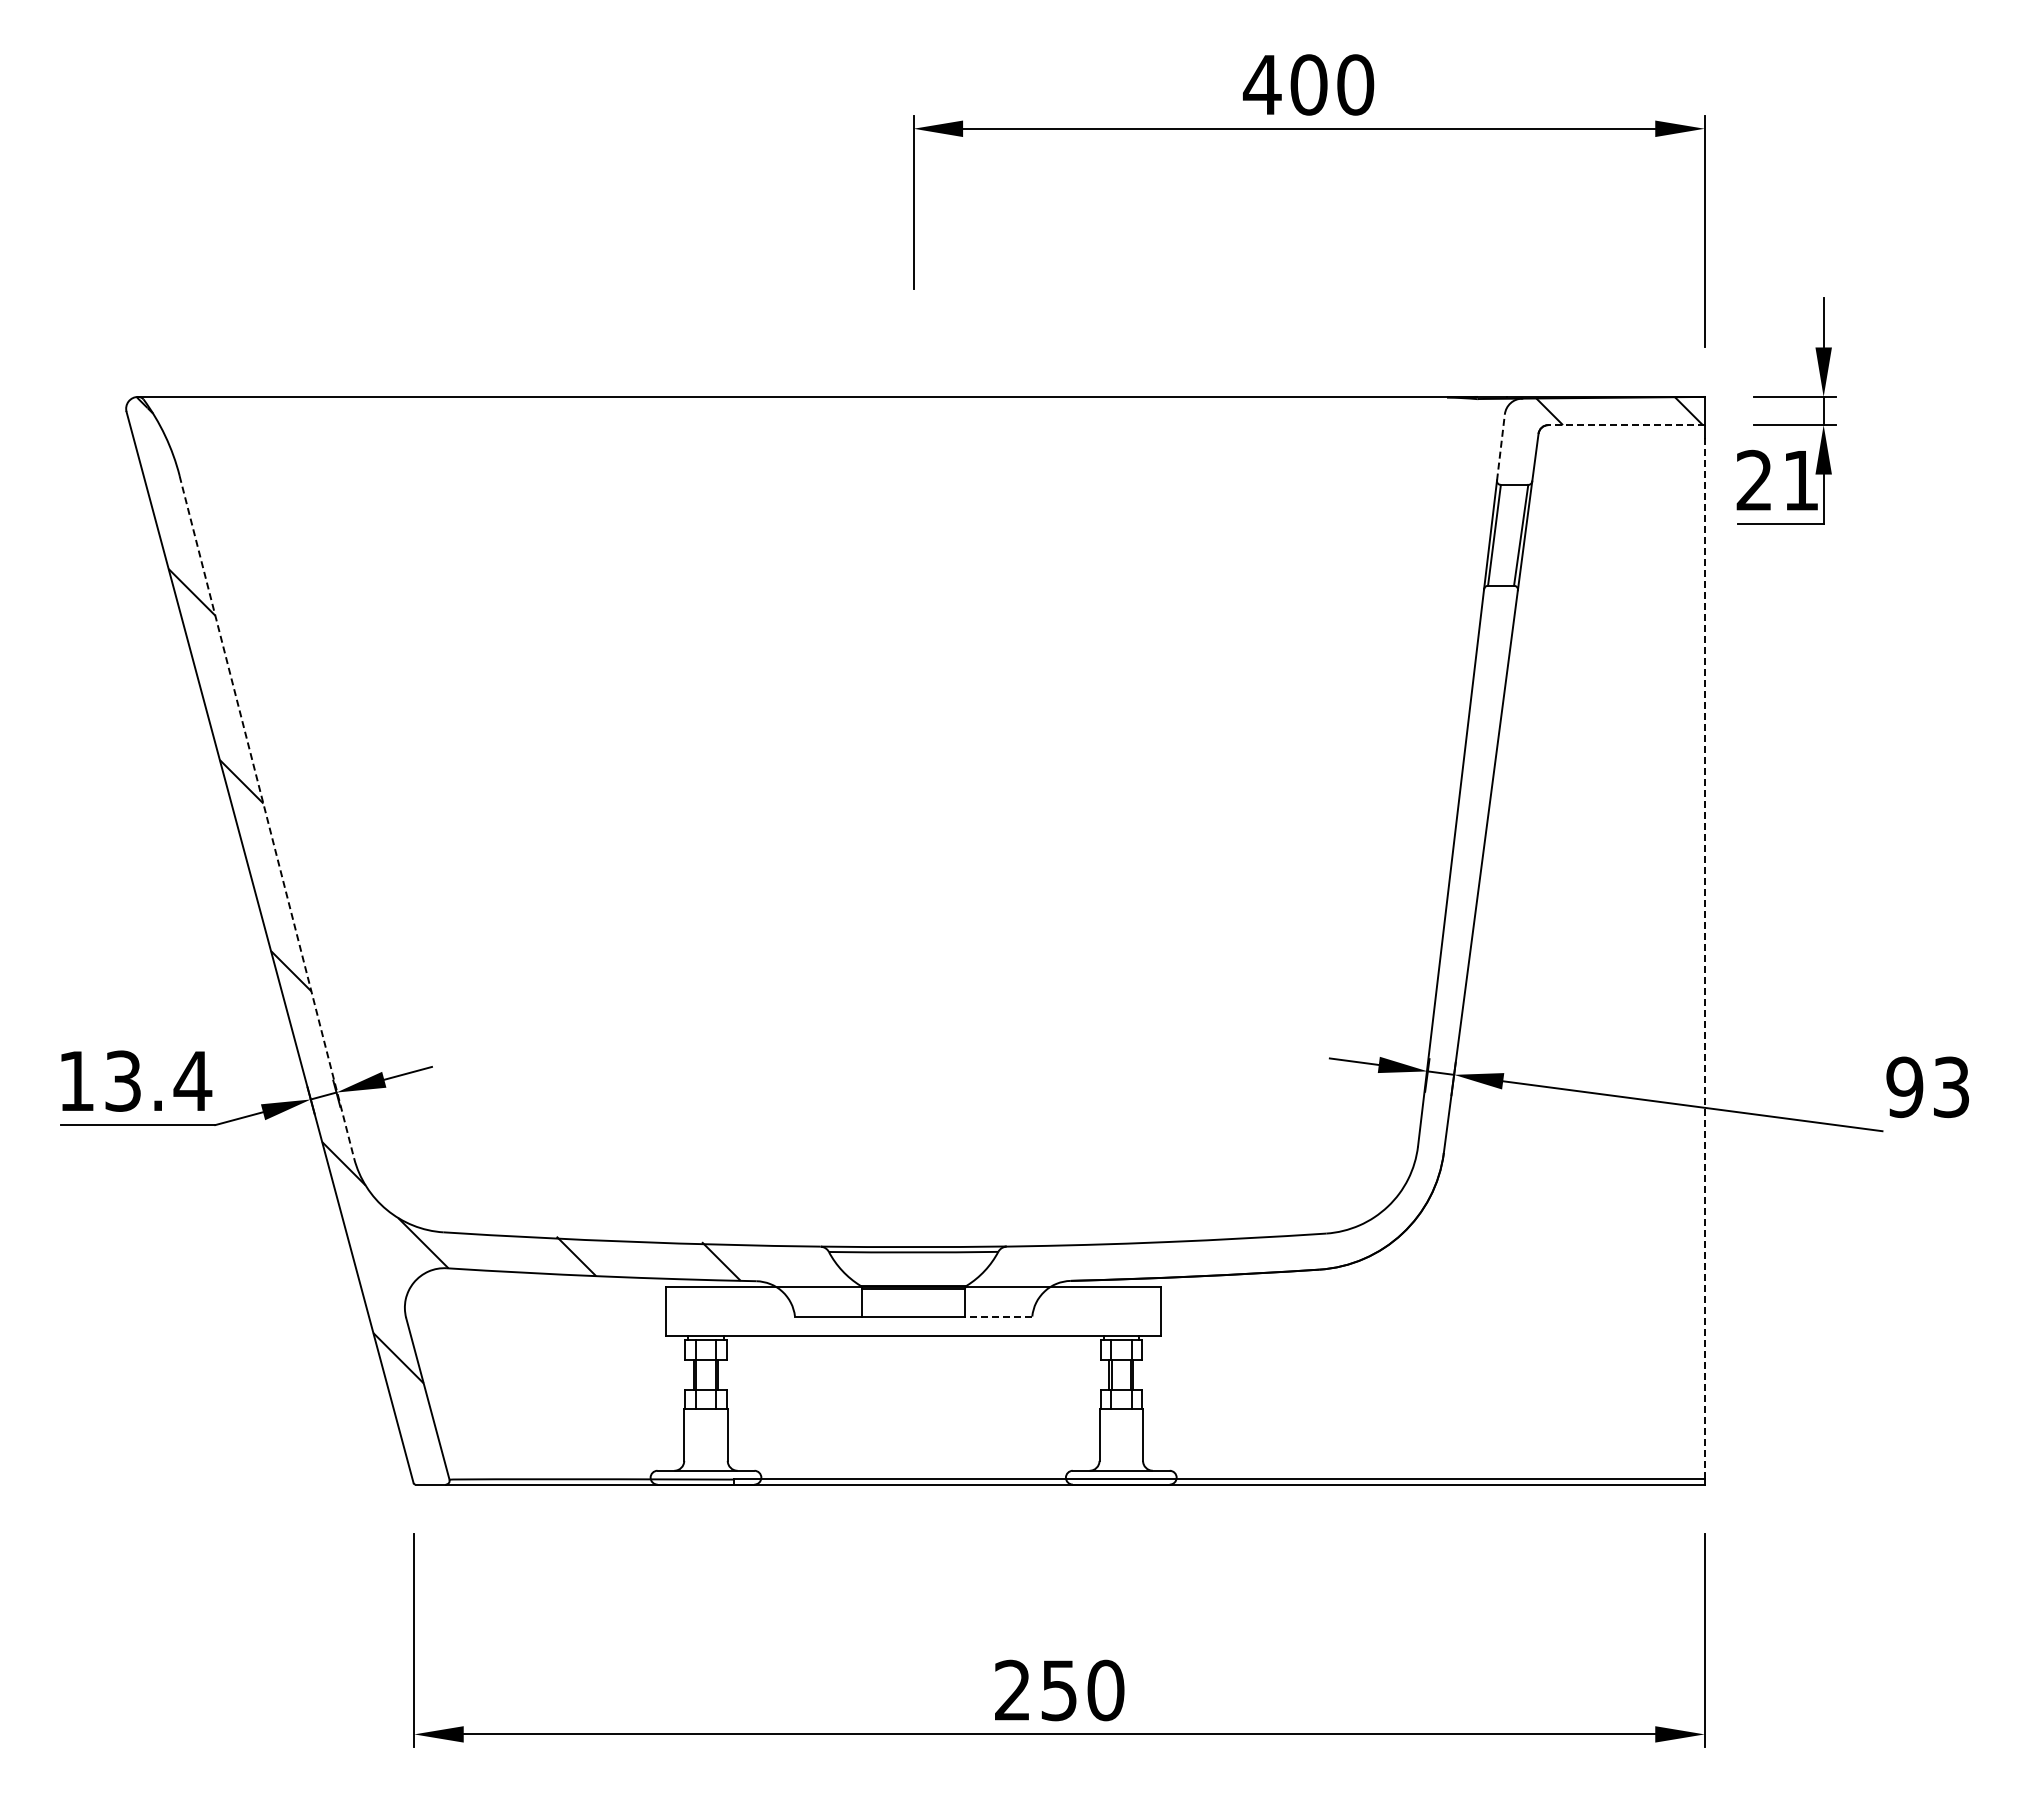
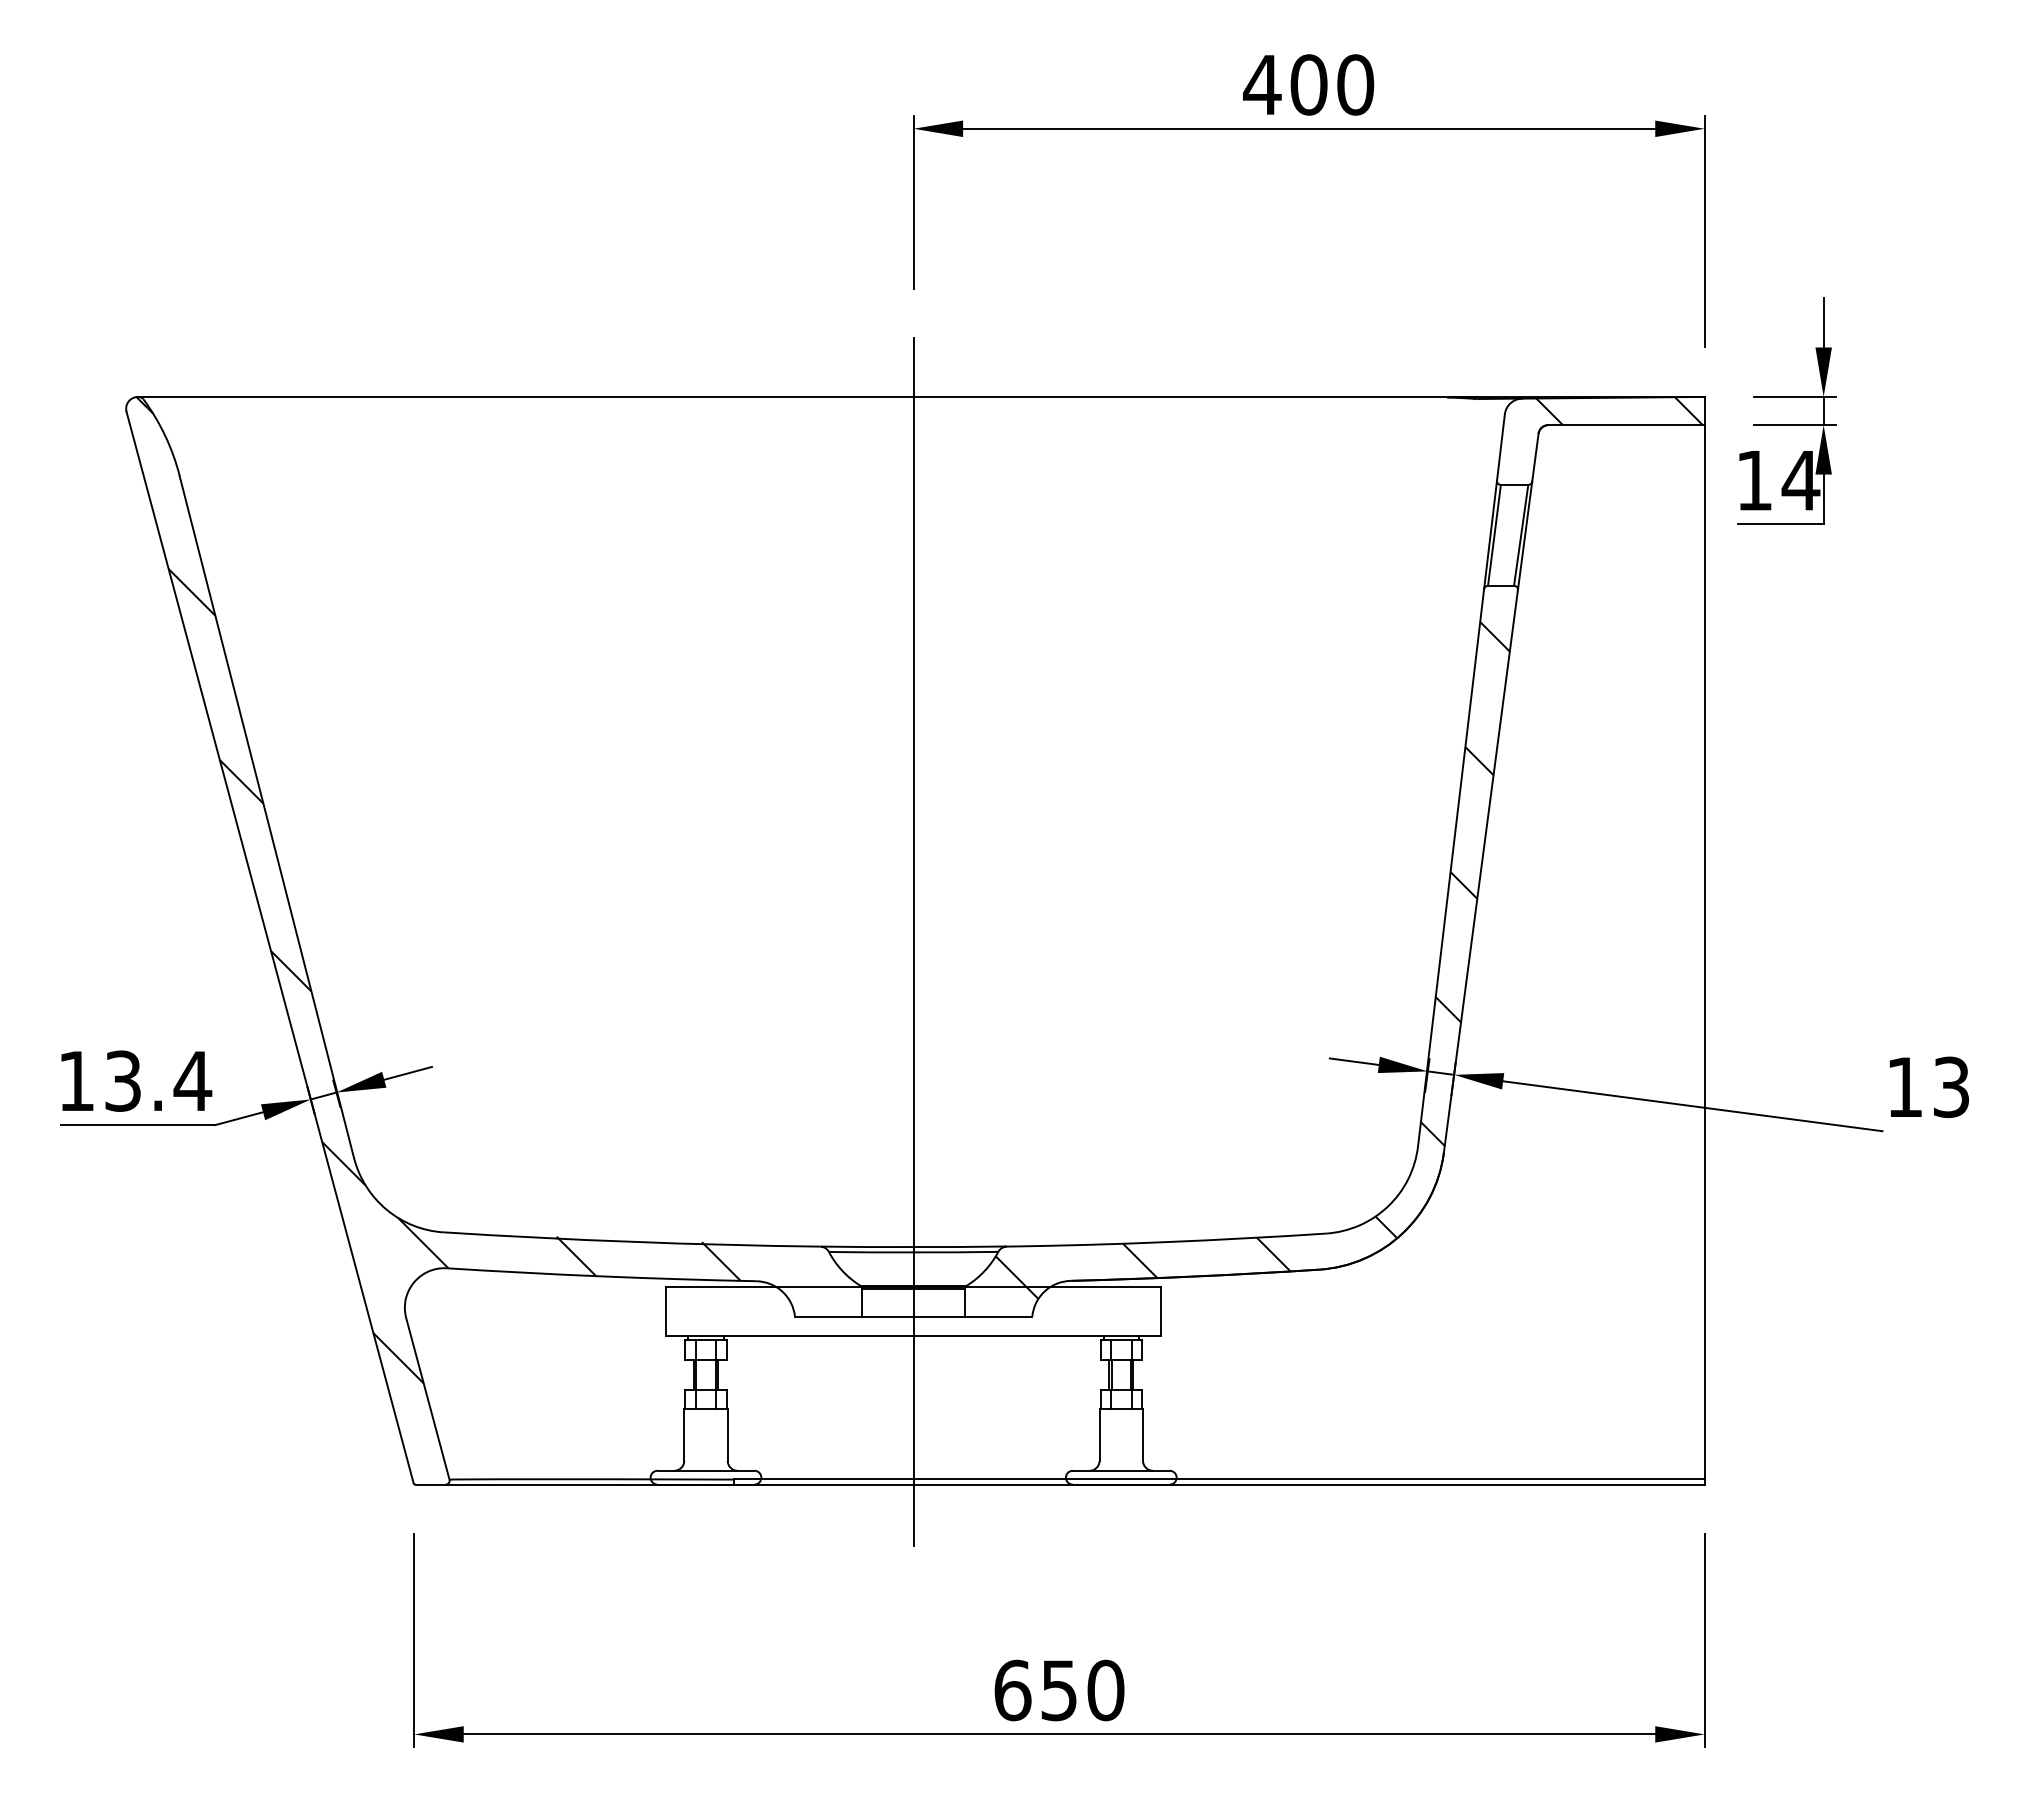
line at (1626, 425): dashed -> solid
line at (1501, 446): dashed -> solid
text at (1778, 479): 21 -> 14
line at (266, 817): dashed -> solid
line at (913, 942): none -> present
line at (1704, 958): dashed -> solid
hatch at (1252, 960): none -> present
text at (1904, 1087): 93 -> 13
line at (998, 1316): dashed -> solid
text at (1012, 1690): 250 -> 650
